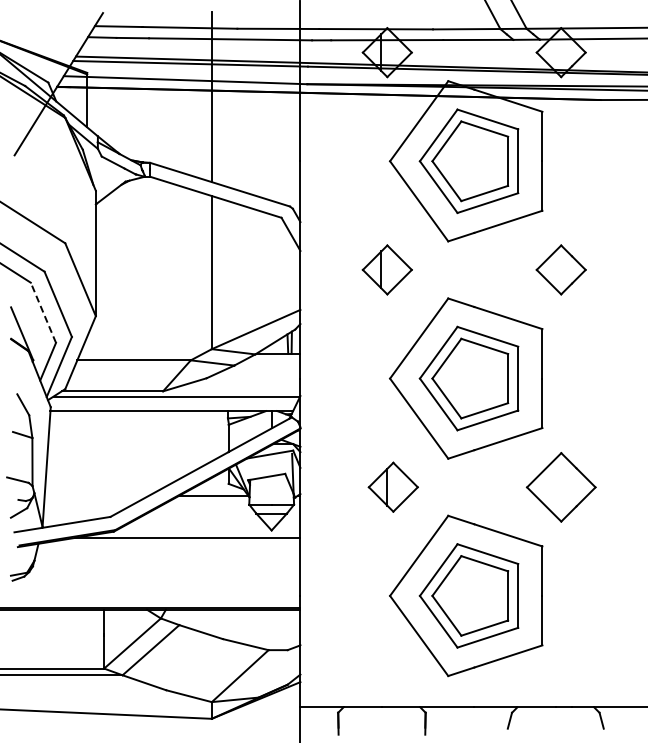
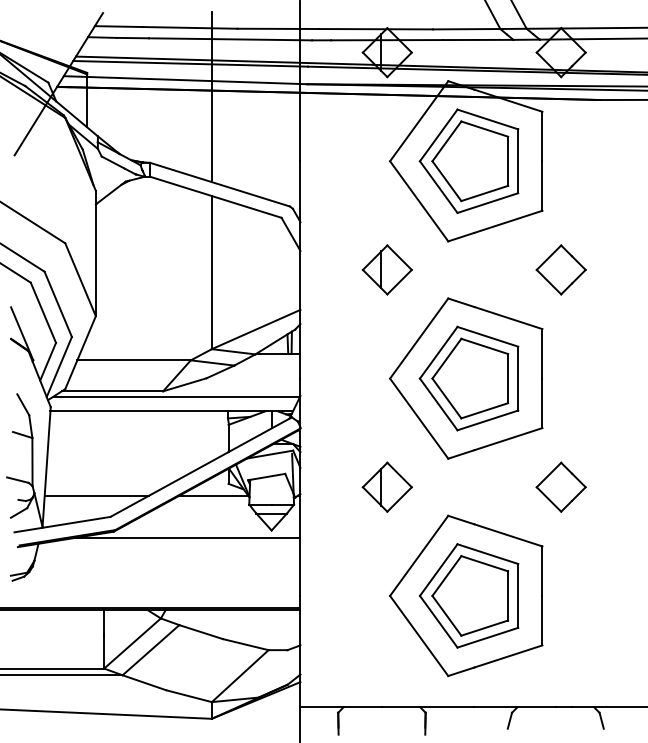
line at (43, 312): dashed -> solid
part at (392, 486) position: (392, 486) -> (386, 486)
part at (560, 487) size: 72x71 px -> 52x52 px
line at (96, 495): none -> present
